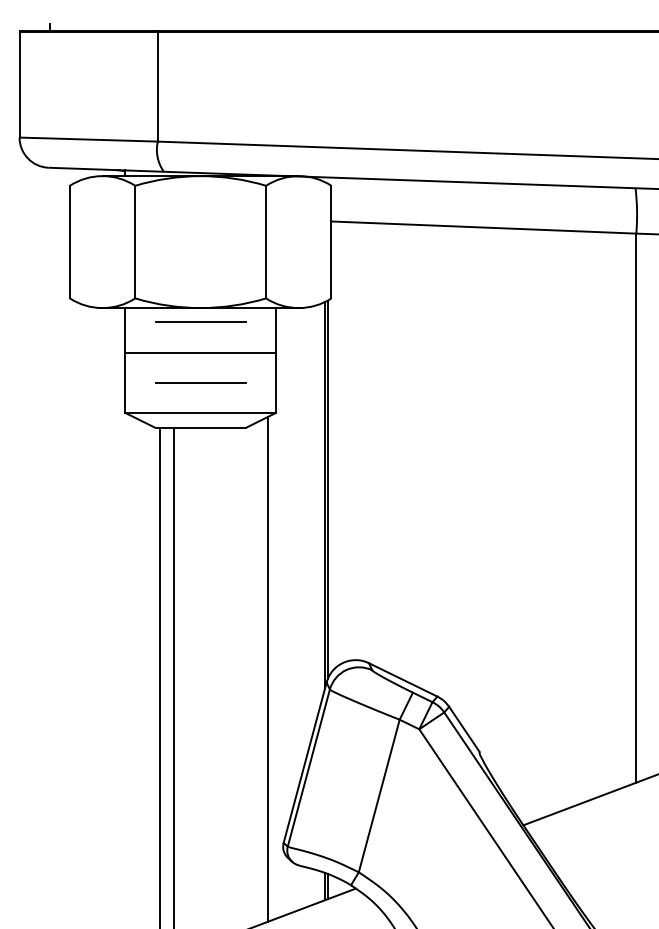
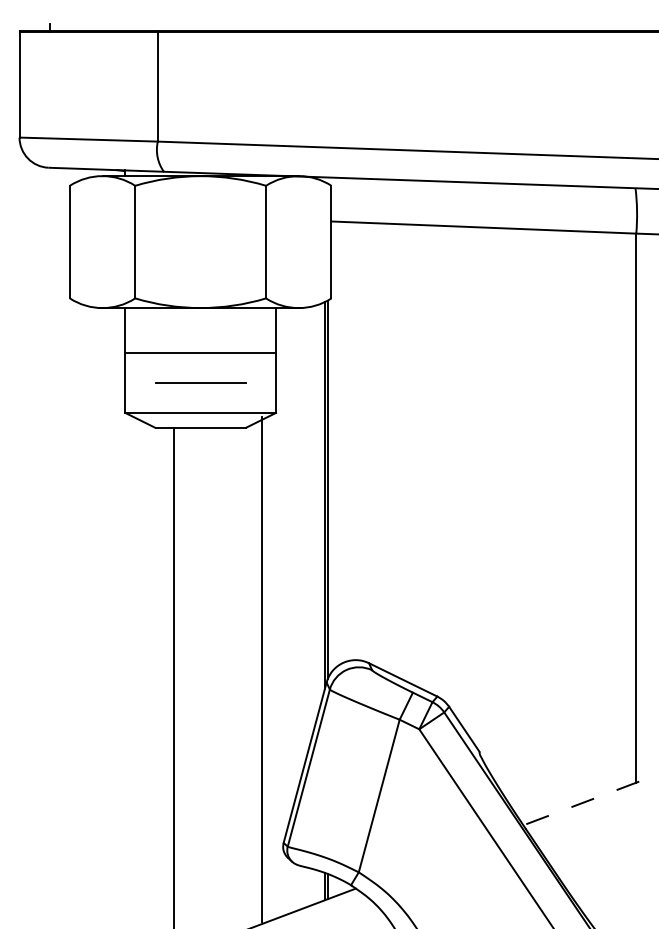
line at (200, 322): present -> none
line at (267, 669) position: (267, 669) -> (261, 669)
line at (159, 676): present -> none
line at (590, 799): solid -> dashed
